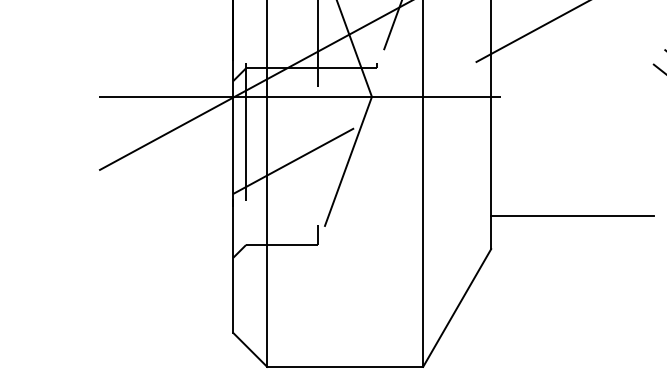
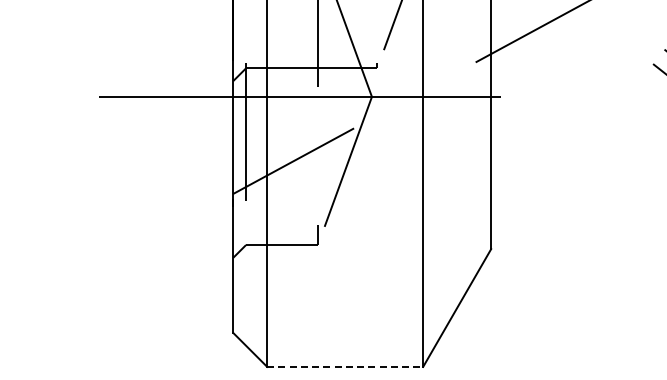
line at (253, 86): present -> none
line at (572, 215): present -> none
line at (345, 366): solid -> dashed
